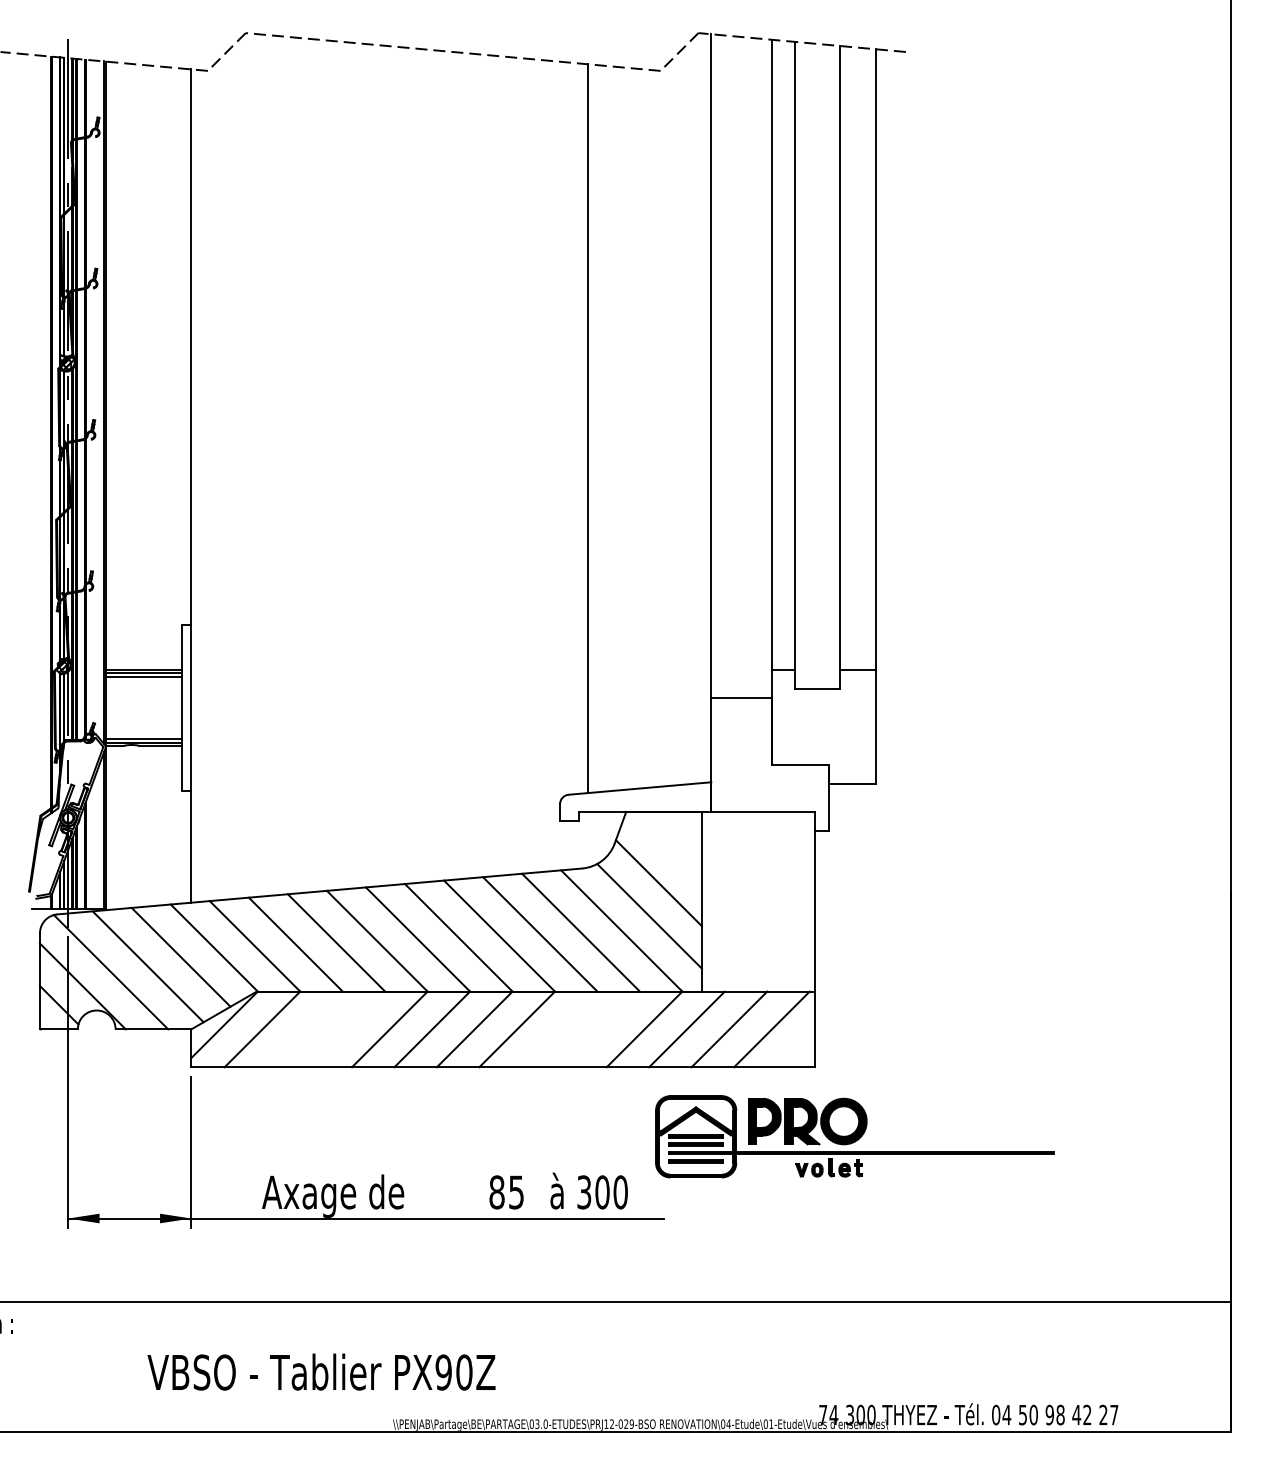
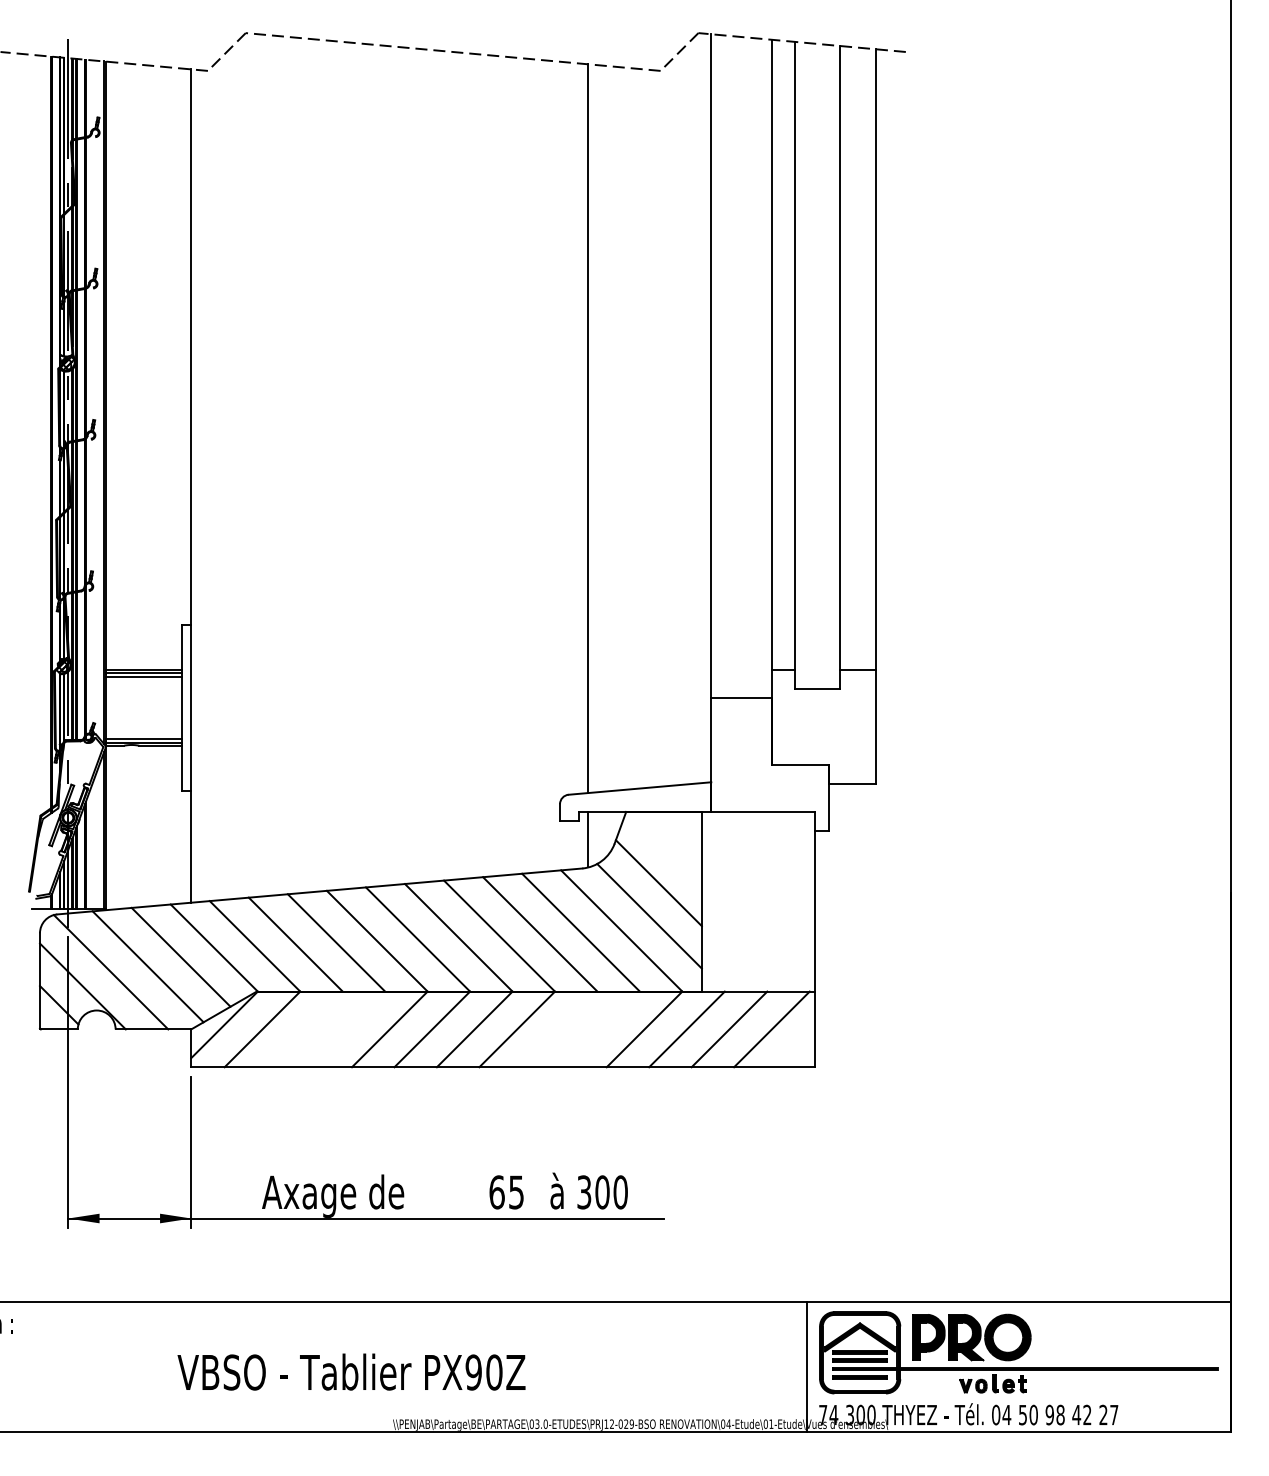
line at (588, 839): none -> present
part at (854, 1136) position: (854, 1136) -> (1018, 1352)
text at (496, 1192): 85 -> 65
line at (806, 1366): none -> present
text at (321, 1371) position: (321, 1371) -> (351, 1371)
